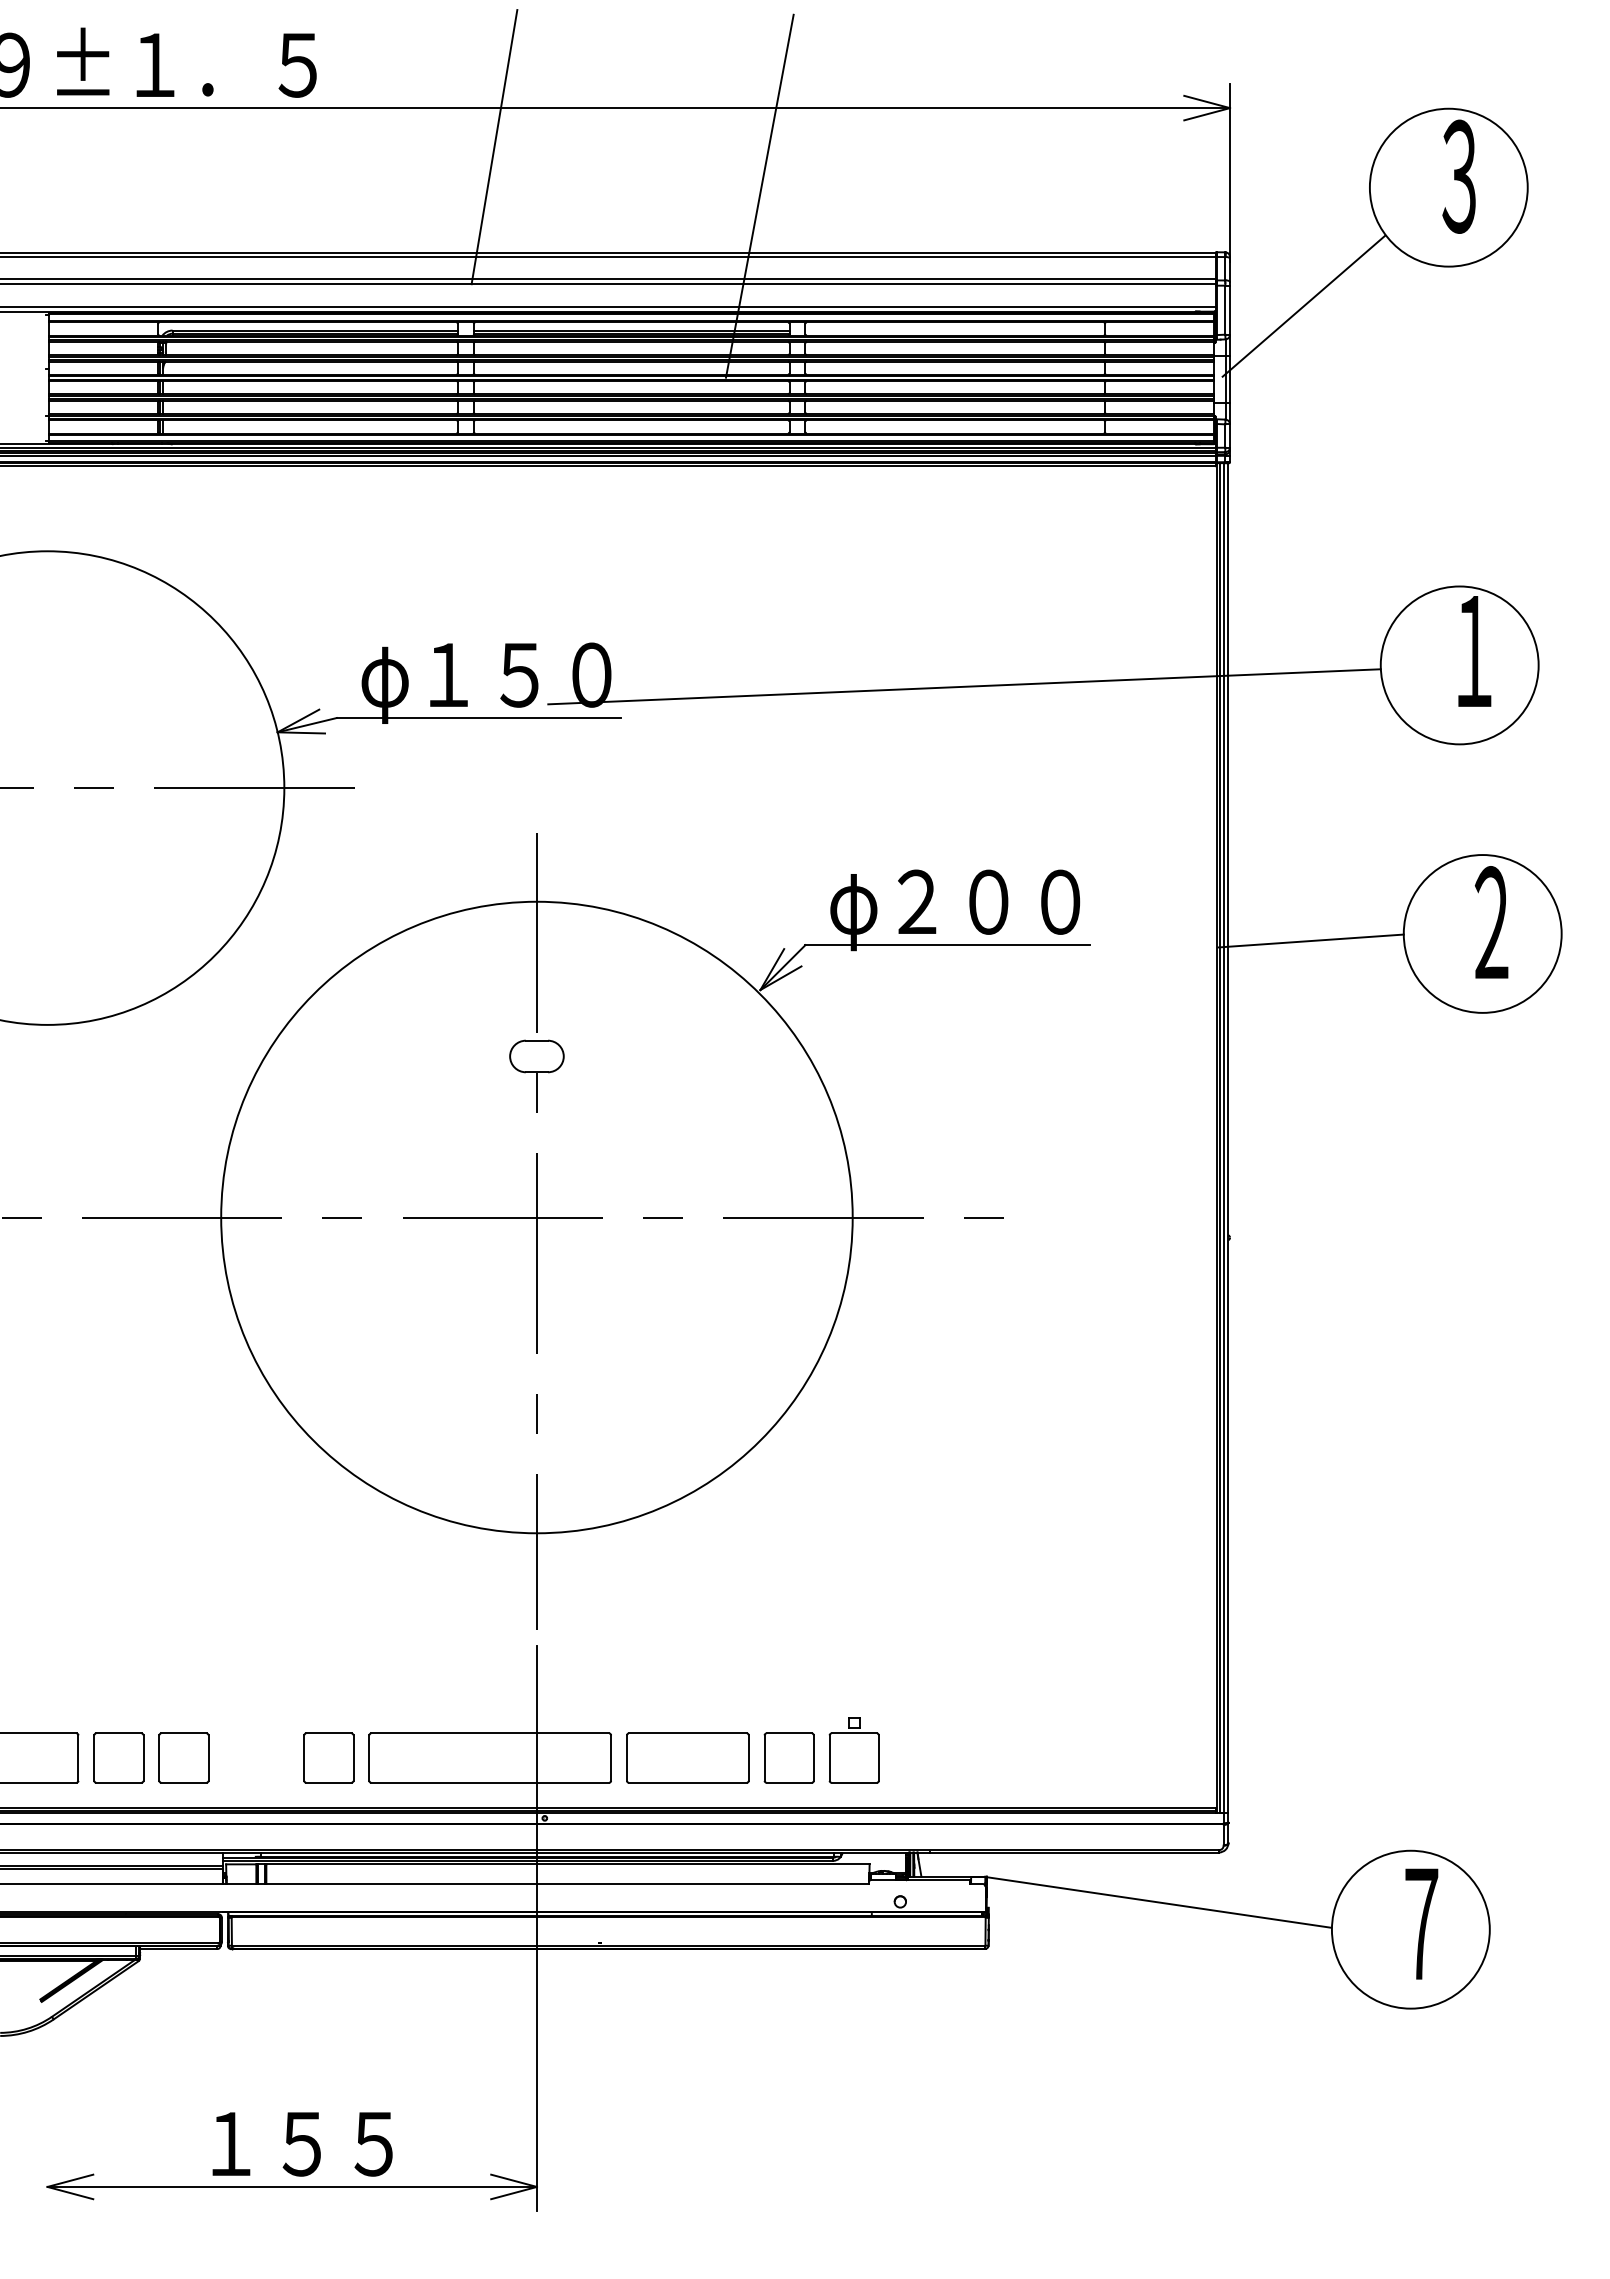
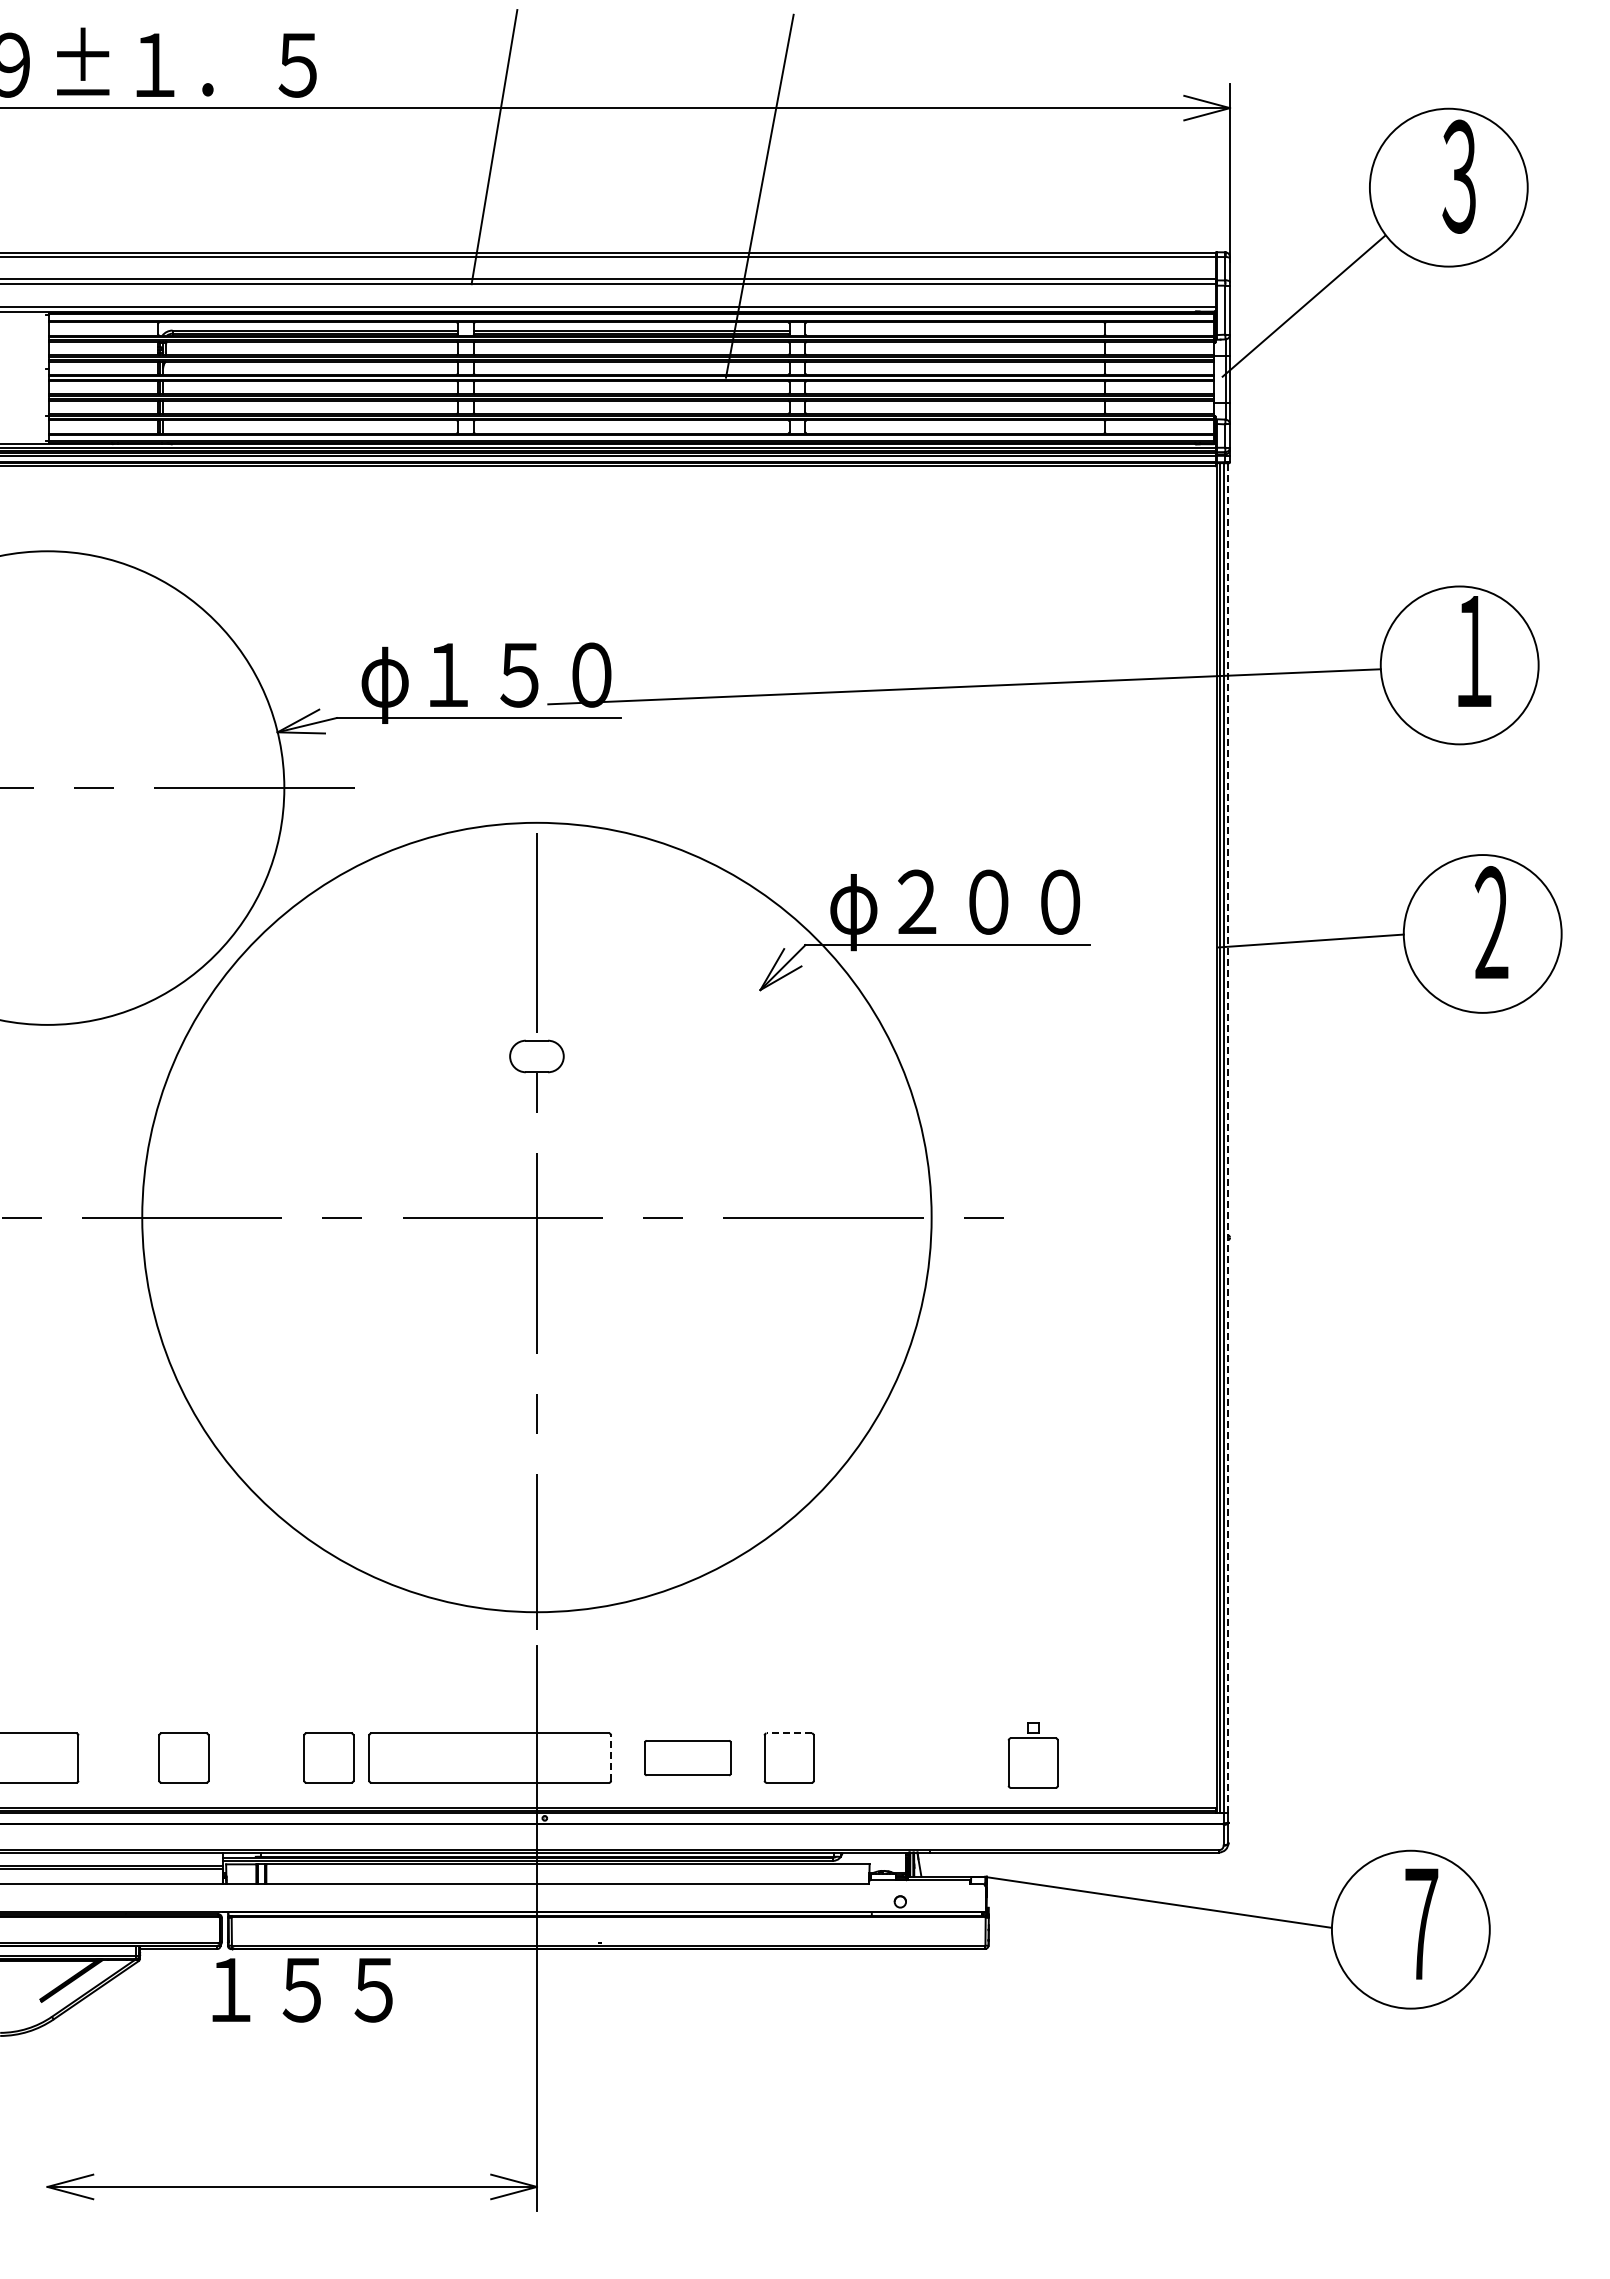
line at (1228, 1138): solid -> dashed
circle at (536, 1217) diameter: 632 px -> 789 px
line at (789, 1733): solid -> dashed
part at (853, 1750) position: (853, 1750) -> (1032, 1755)
part at (118, 1757): present -> none
part at (687, 1757) size: 124x52 px -> 88x37 px
line at (611, 1758): solid -> dashed
text at (302, 2144) position: (302, 2144) -> (302, 1990)
